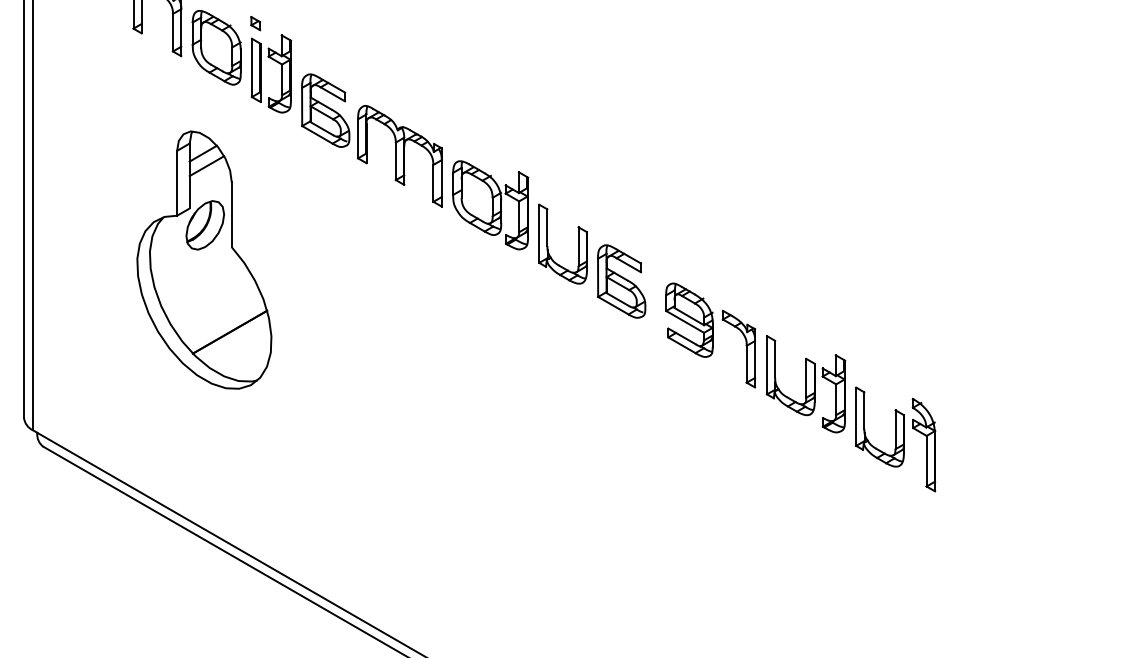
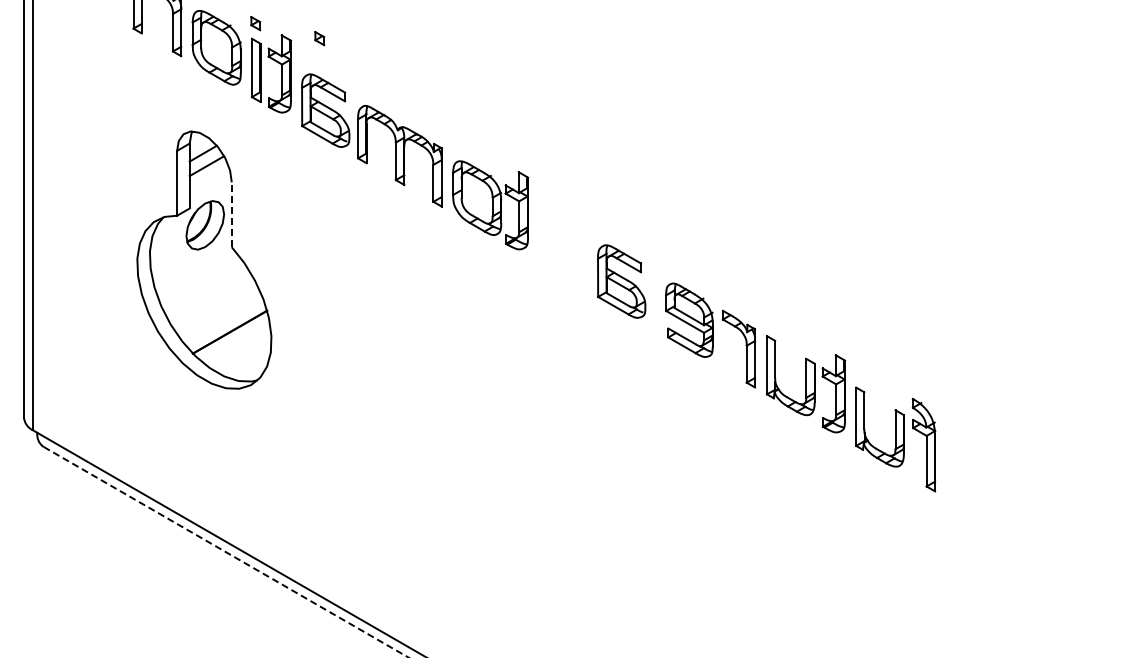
part at (319, 38): none -> present
line at (231, 214): solid -> dashed
part at (548, 246): present -> none
line at (226, 552): solid -> dashed
